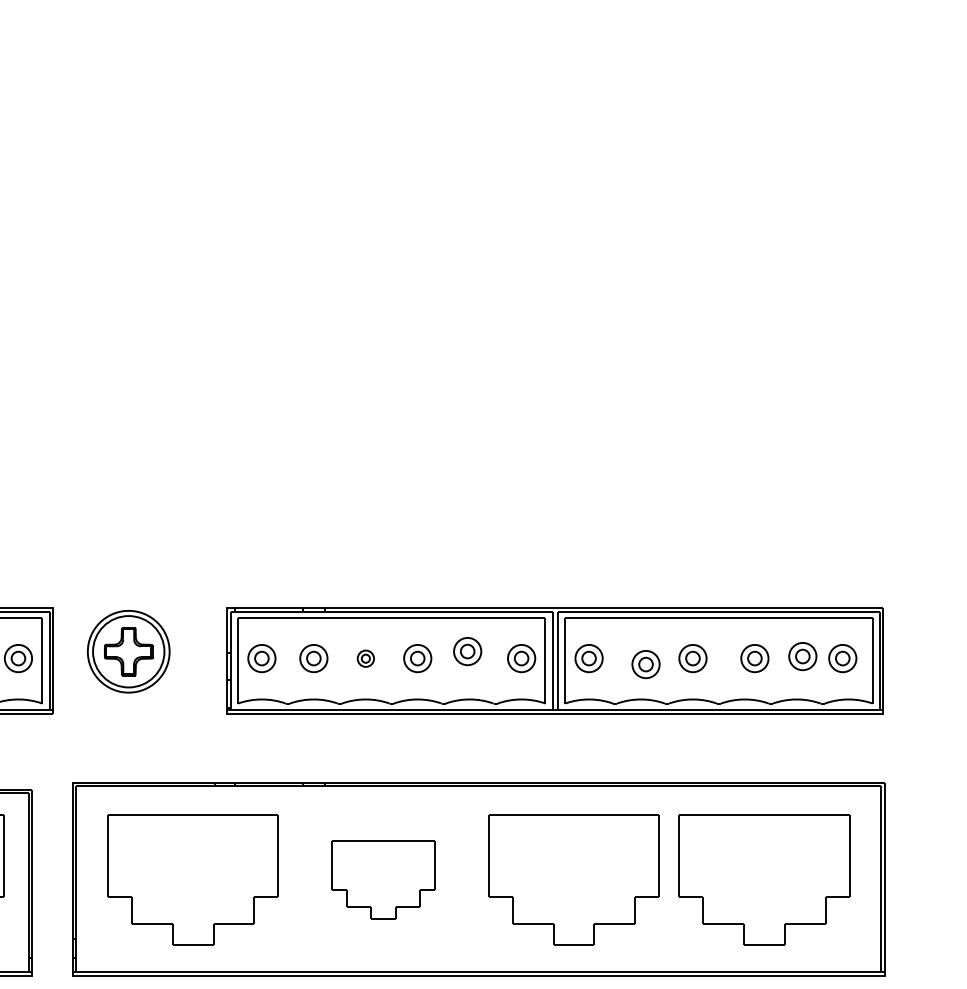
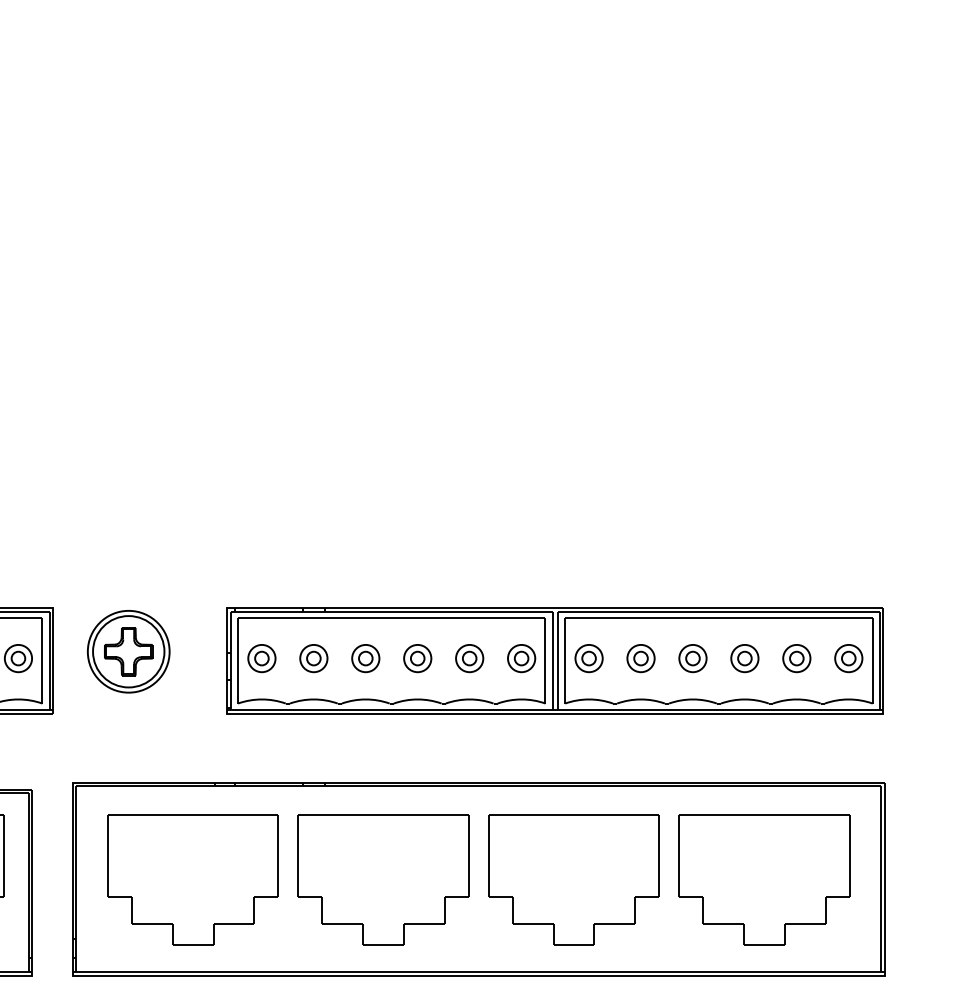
part at (467, 651) position: (467, 651) -> (469, 658)
part at (802, 656) position: (802, 656) -> (796, 658)
part at (365, 658) size: 19x19 px -> 30x30 px
part at (754, 658) position: (754, 658) -> (744, 658)
part at (842, 658) position: (842, 658) -> (848, 658)
part at (645, 664) position: (645, 664) -> (640, 658)
part at (383, 879) size: 105x80 px -> 173x132 px
